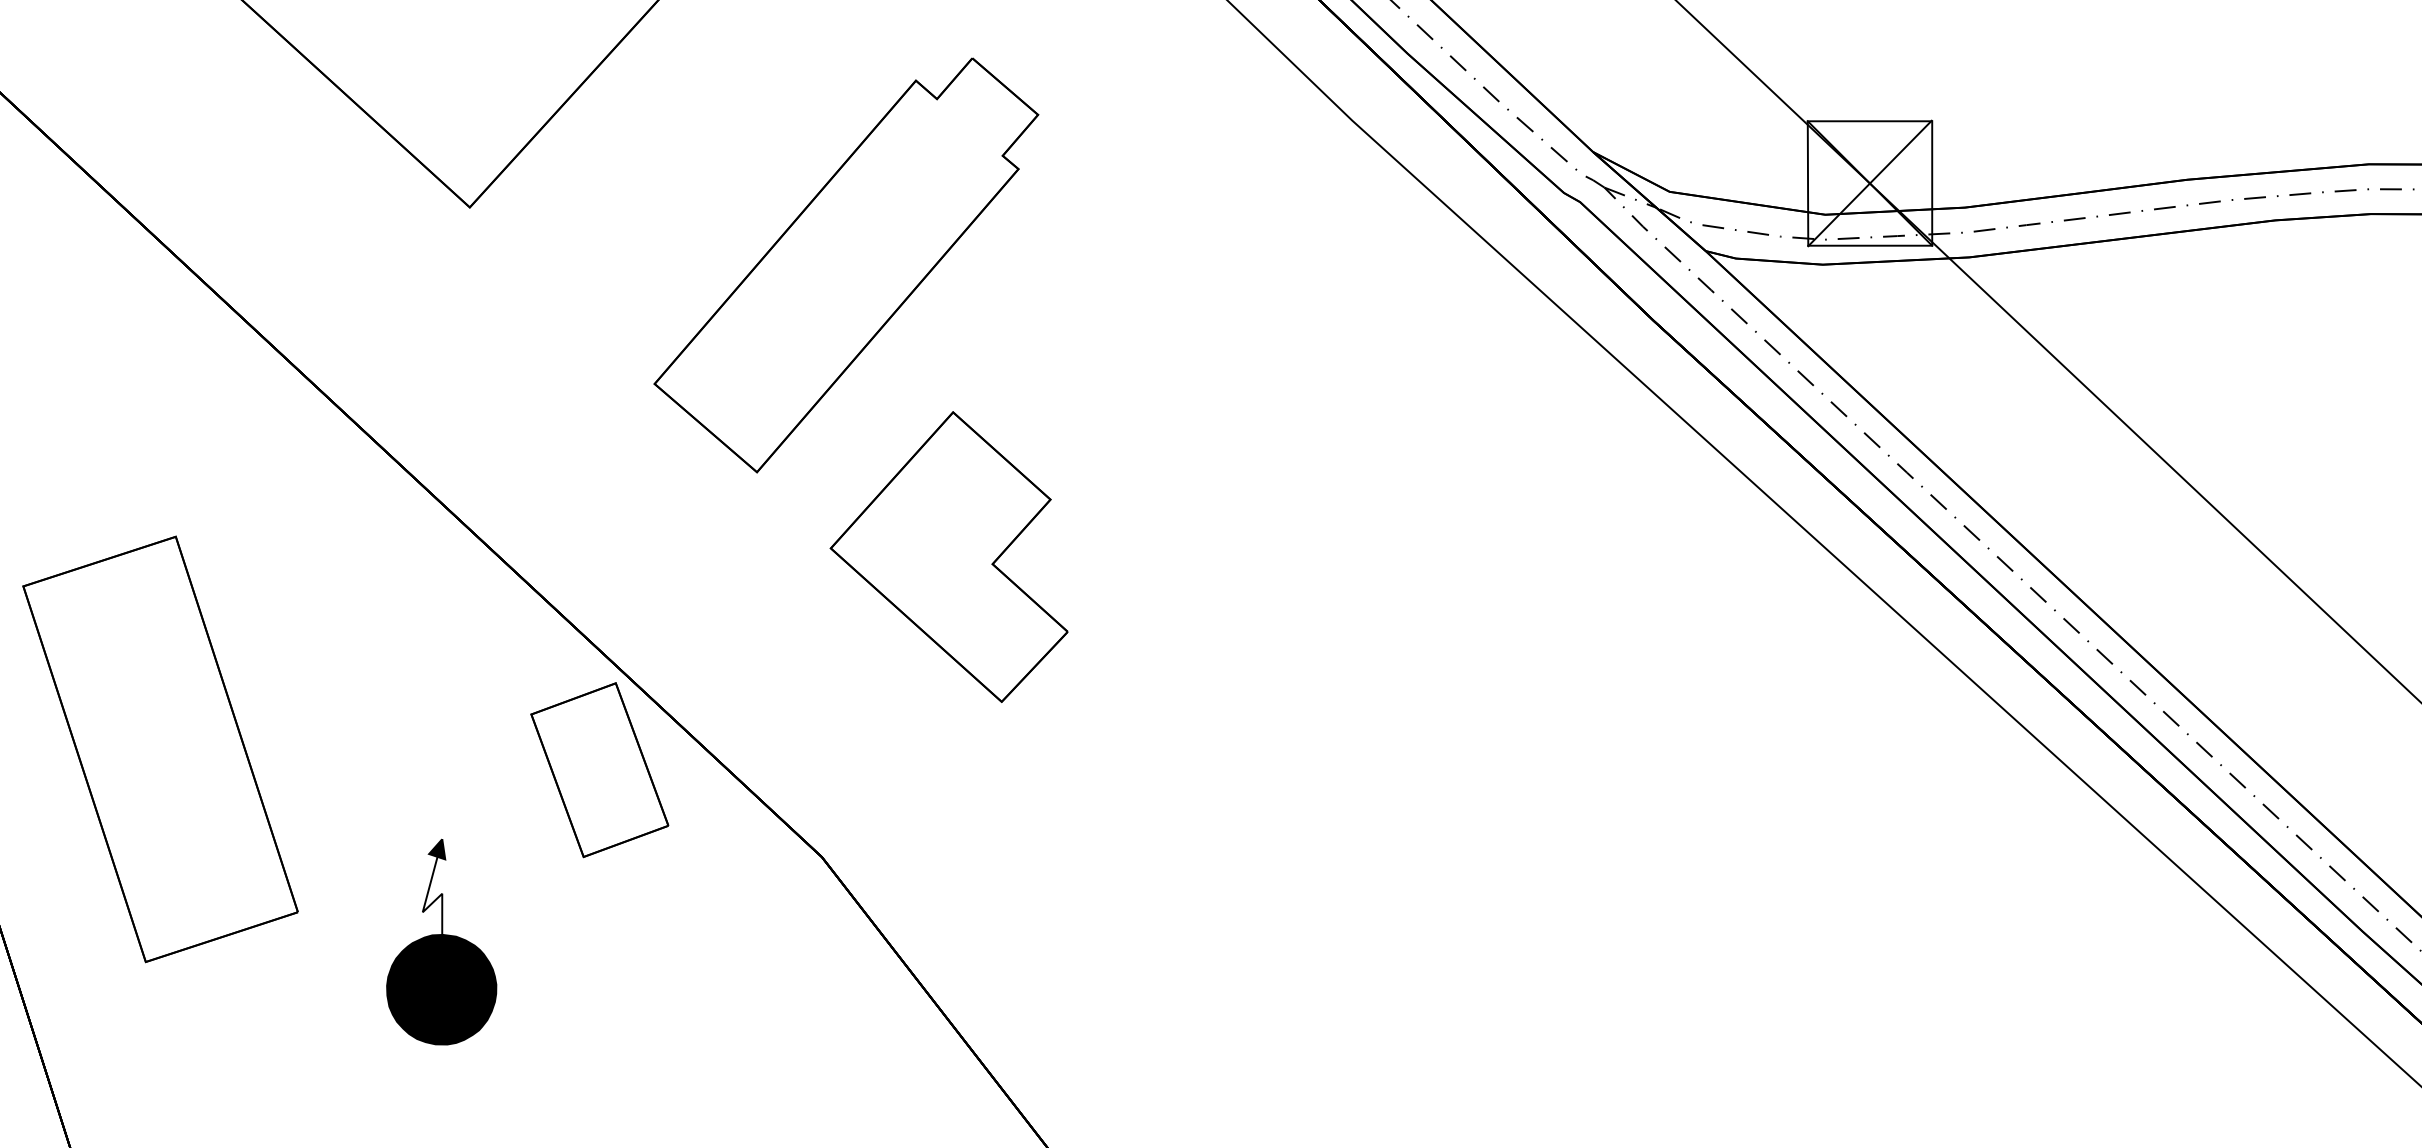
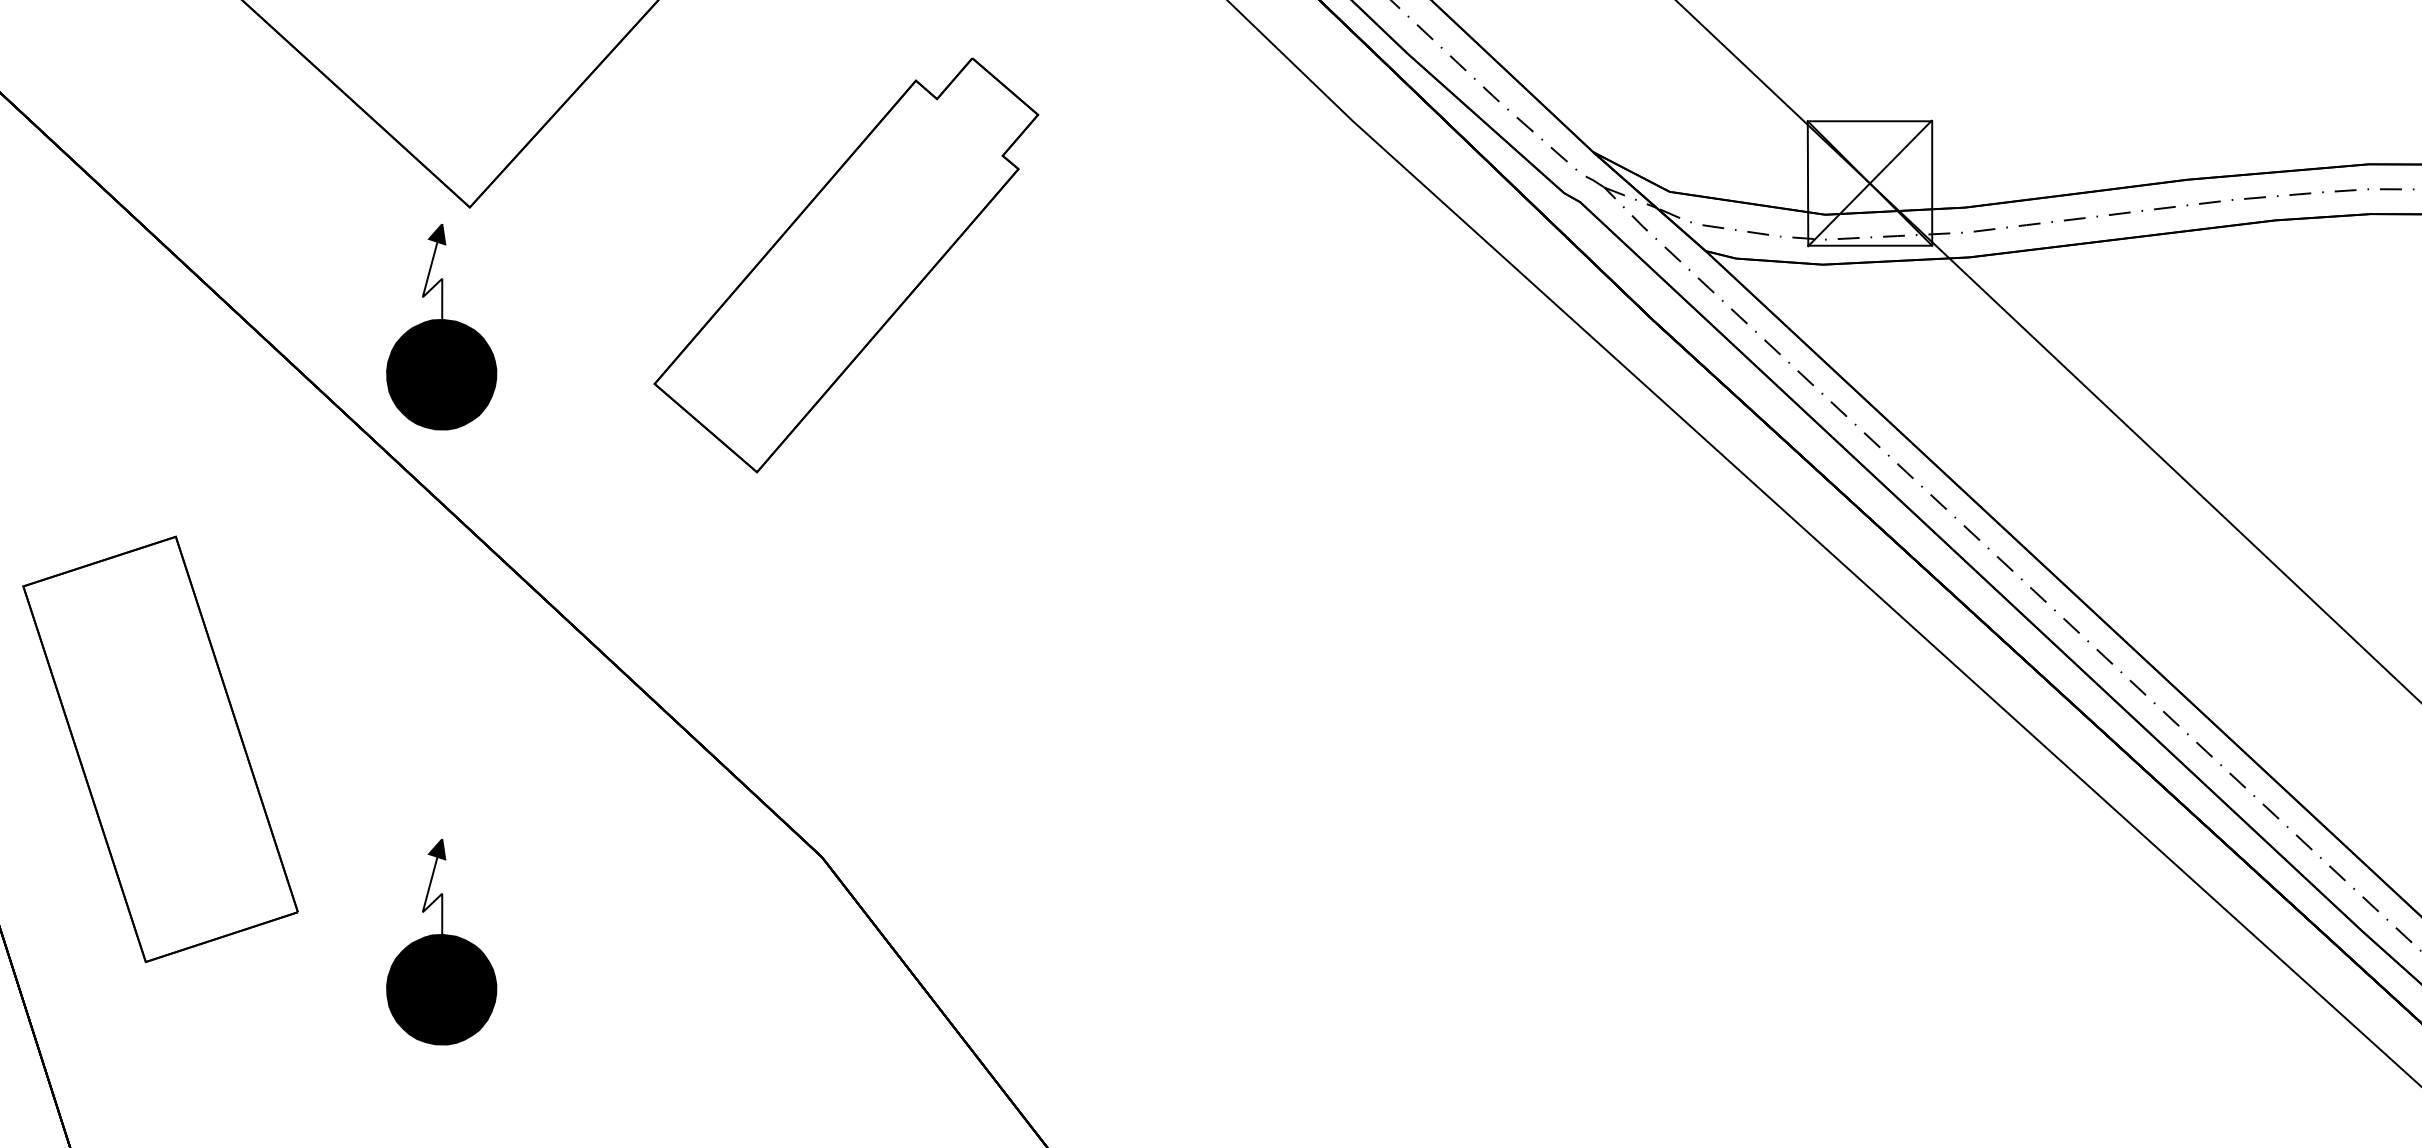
part at (441, 326): none -> present
part at (948, 556): present -> none
part at (599, 770): present -> none
